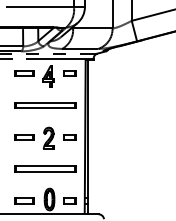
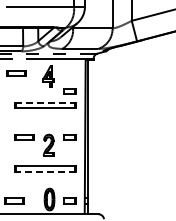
part at (24, 73) position: (24, 73) -> (16, 73)
part at (69, 73) position: (69, 73) -> (69, 91)
line at (45, 102): solid -> dashed
part at (48, 137) position: (48, 137) -> (48, 144)
line at (45, 171): solid -> dashed
part at (24, 200) position: (24, 200) -> (14, 200)
